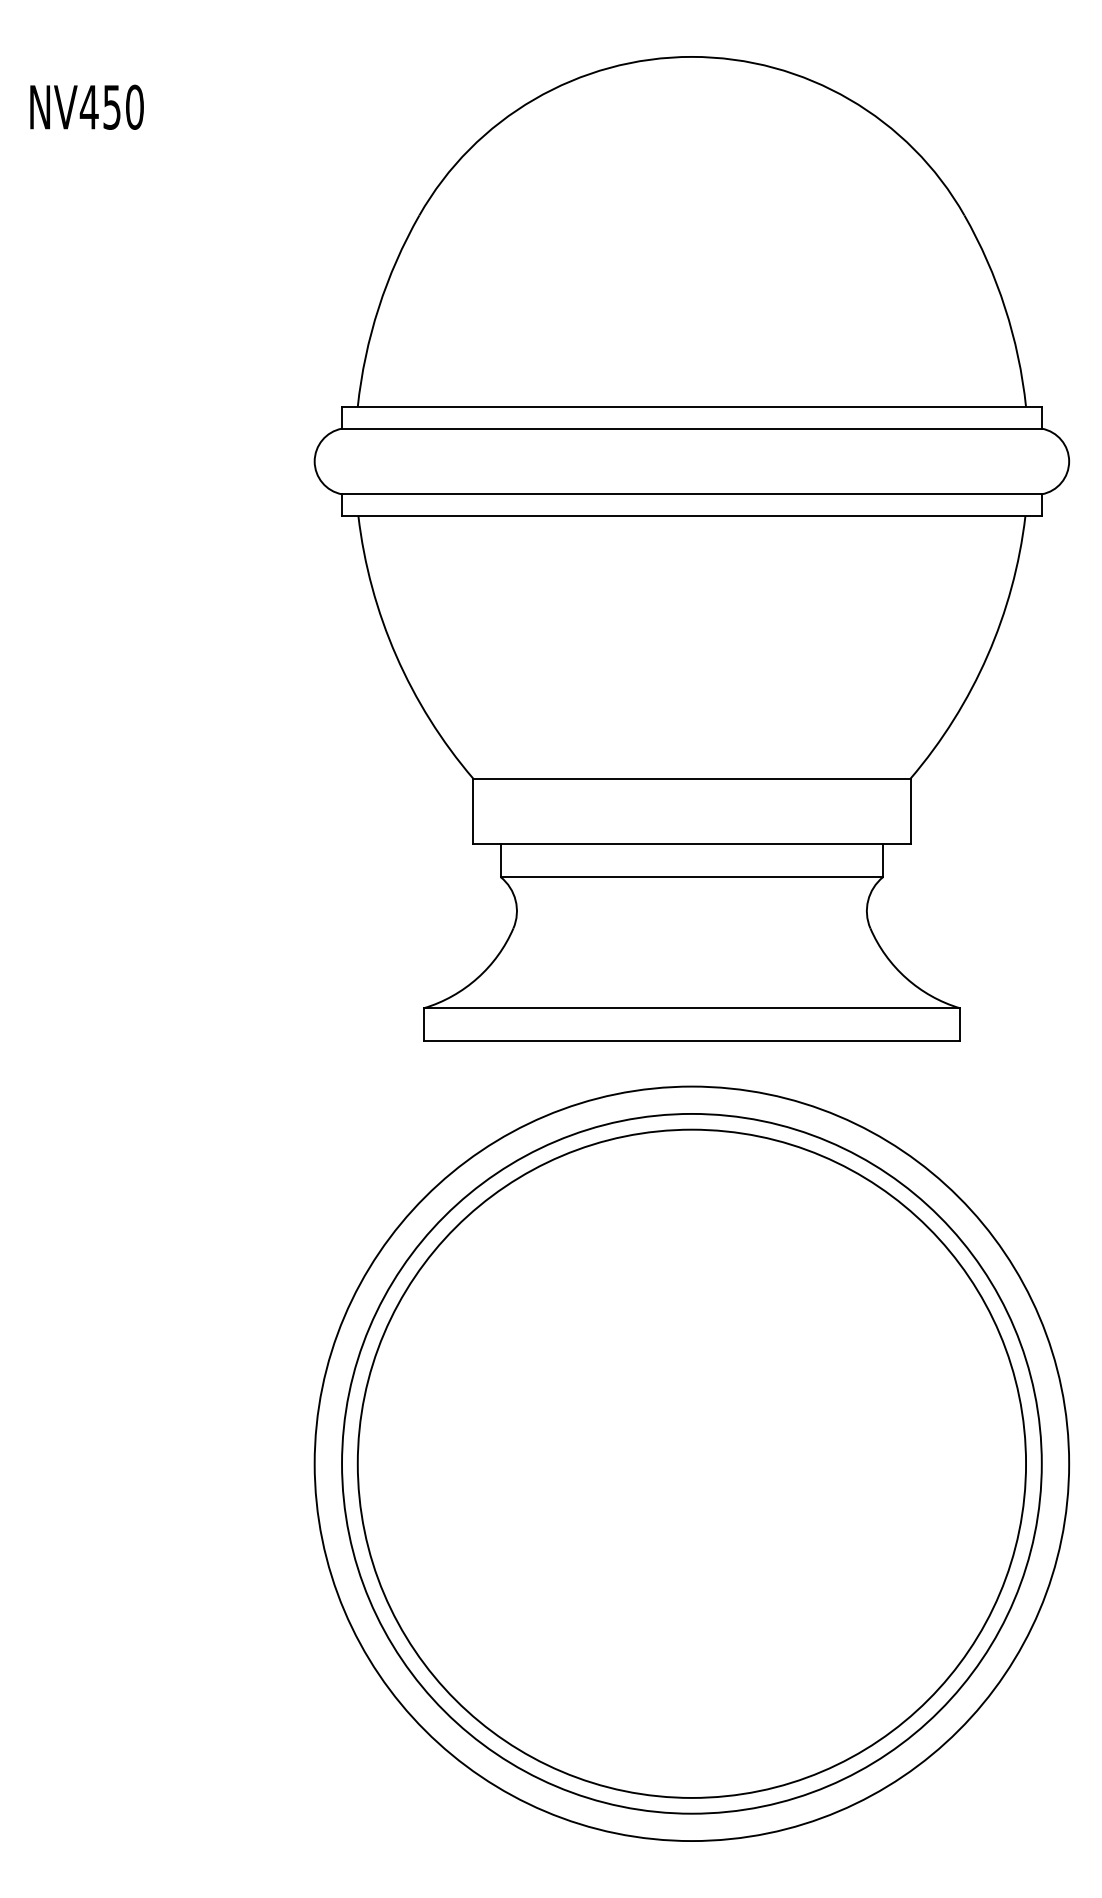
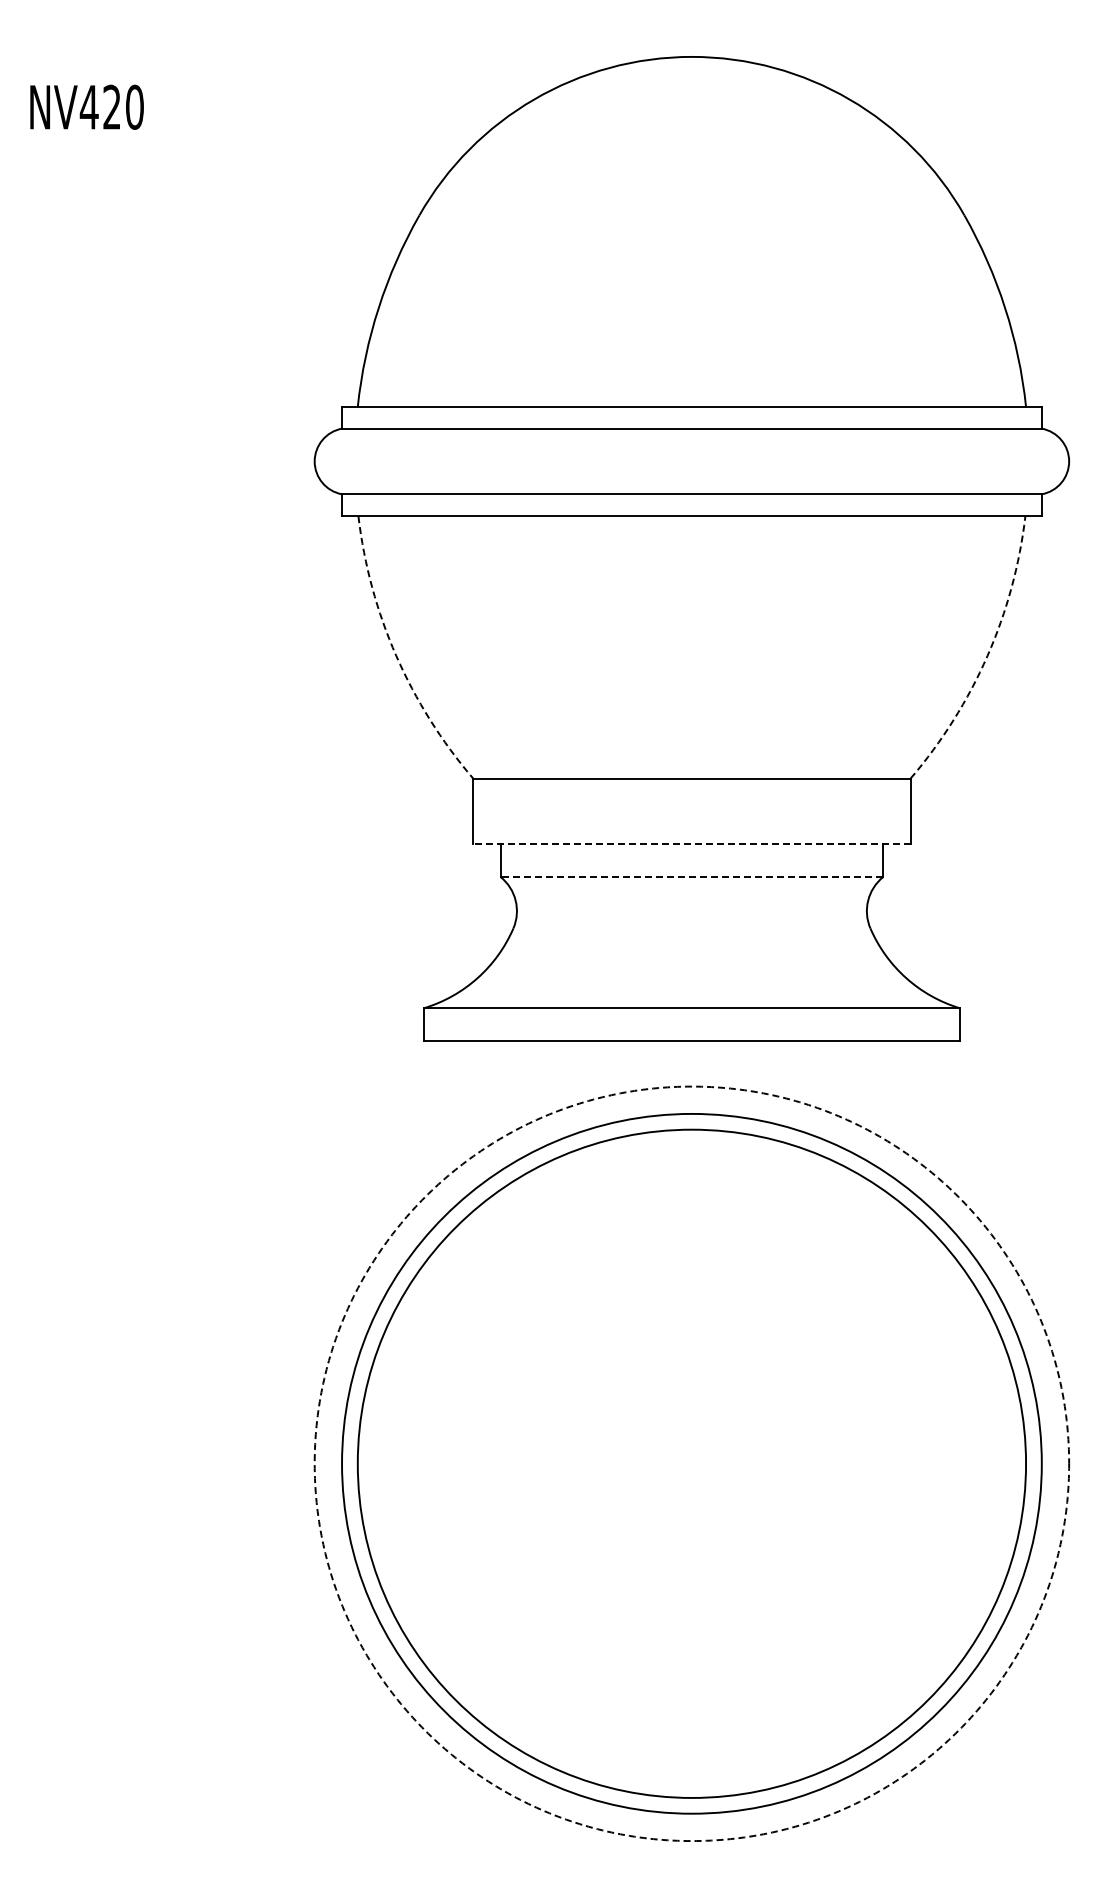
text at (111, 106): NV450 -> NV420
arc at (396, 655): solid -> dashed
arc at (987, 655): solid -> dashed
line at (691, 844): solid -> dashed
line at (691, 876): solid -> dashed
circle at (691, 1463): solid -> dashed
